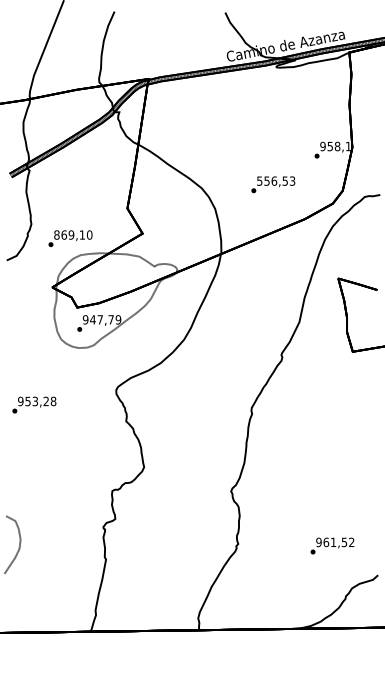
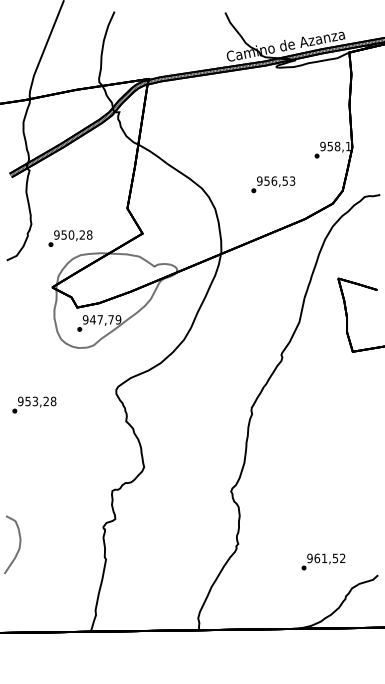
text at (259, 180): 556,53 -> 956,53
text at (73, 234): 869,10 -> 950,28
text at (332, 545) position: (332, 545) -> (323, 561)
